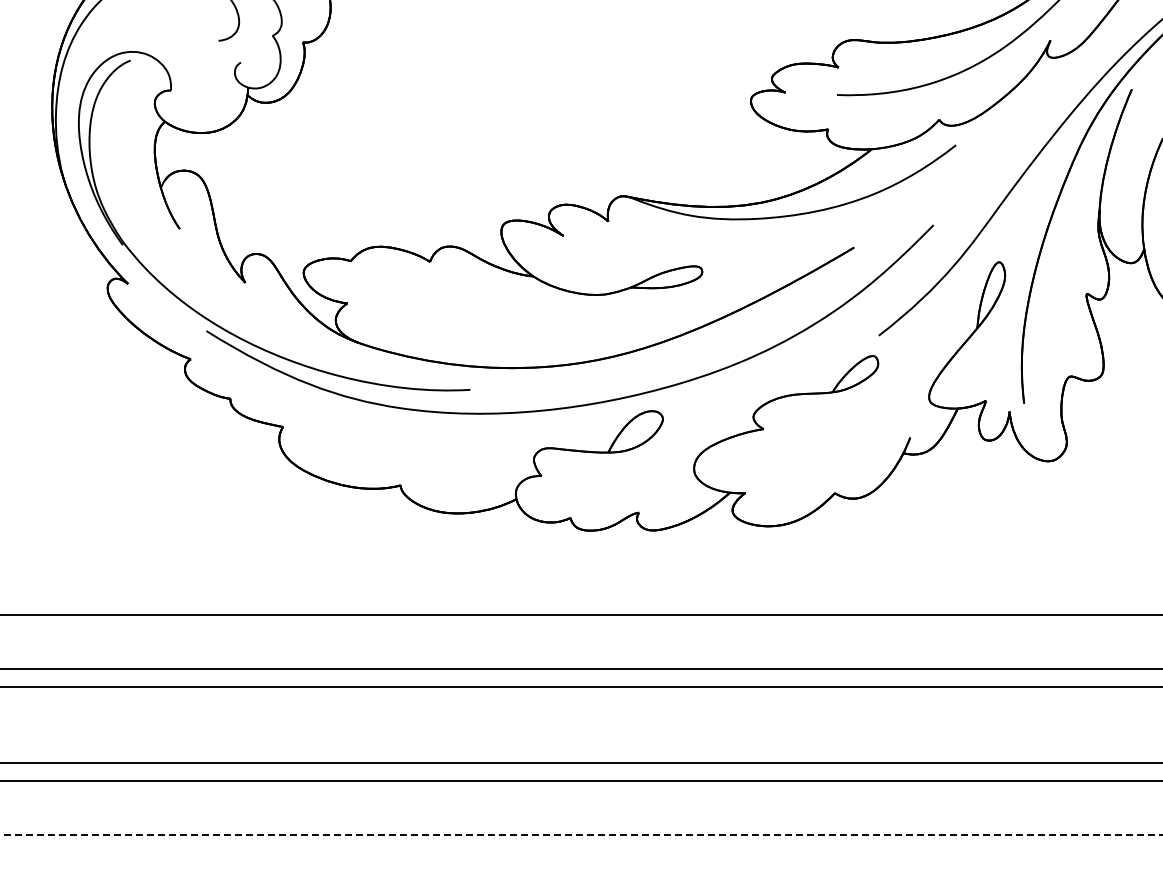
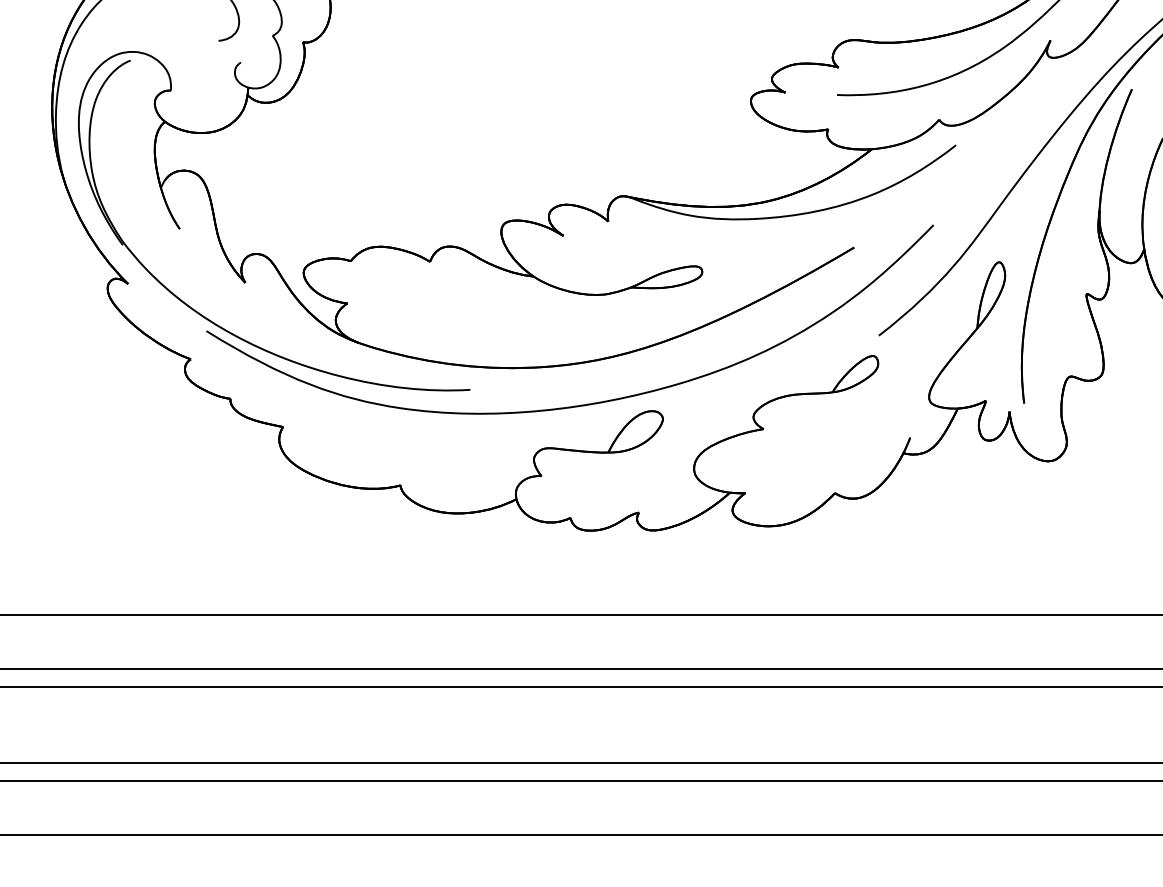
line at (582, 834): dashed -> solid
